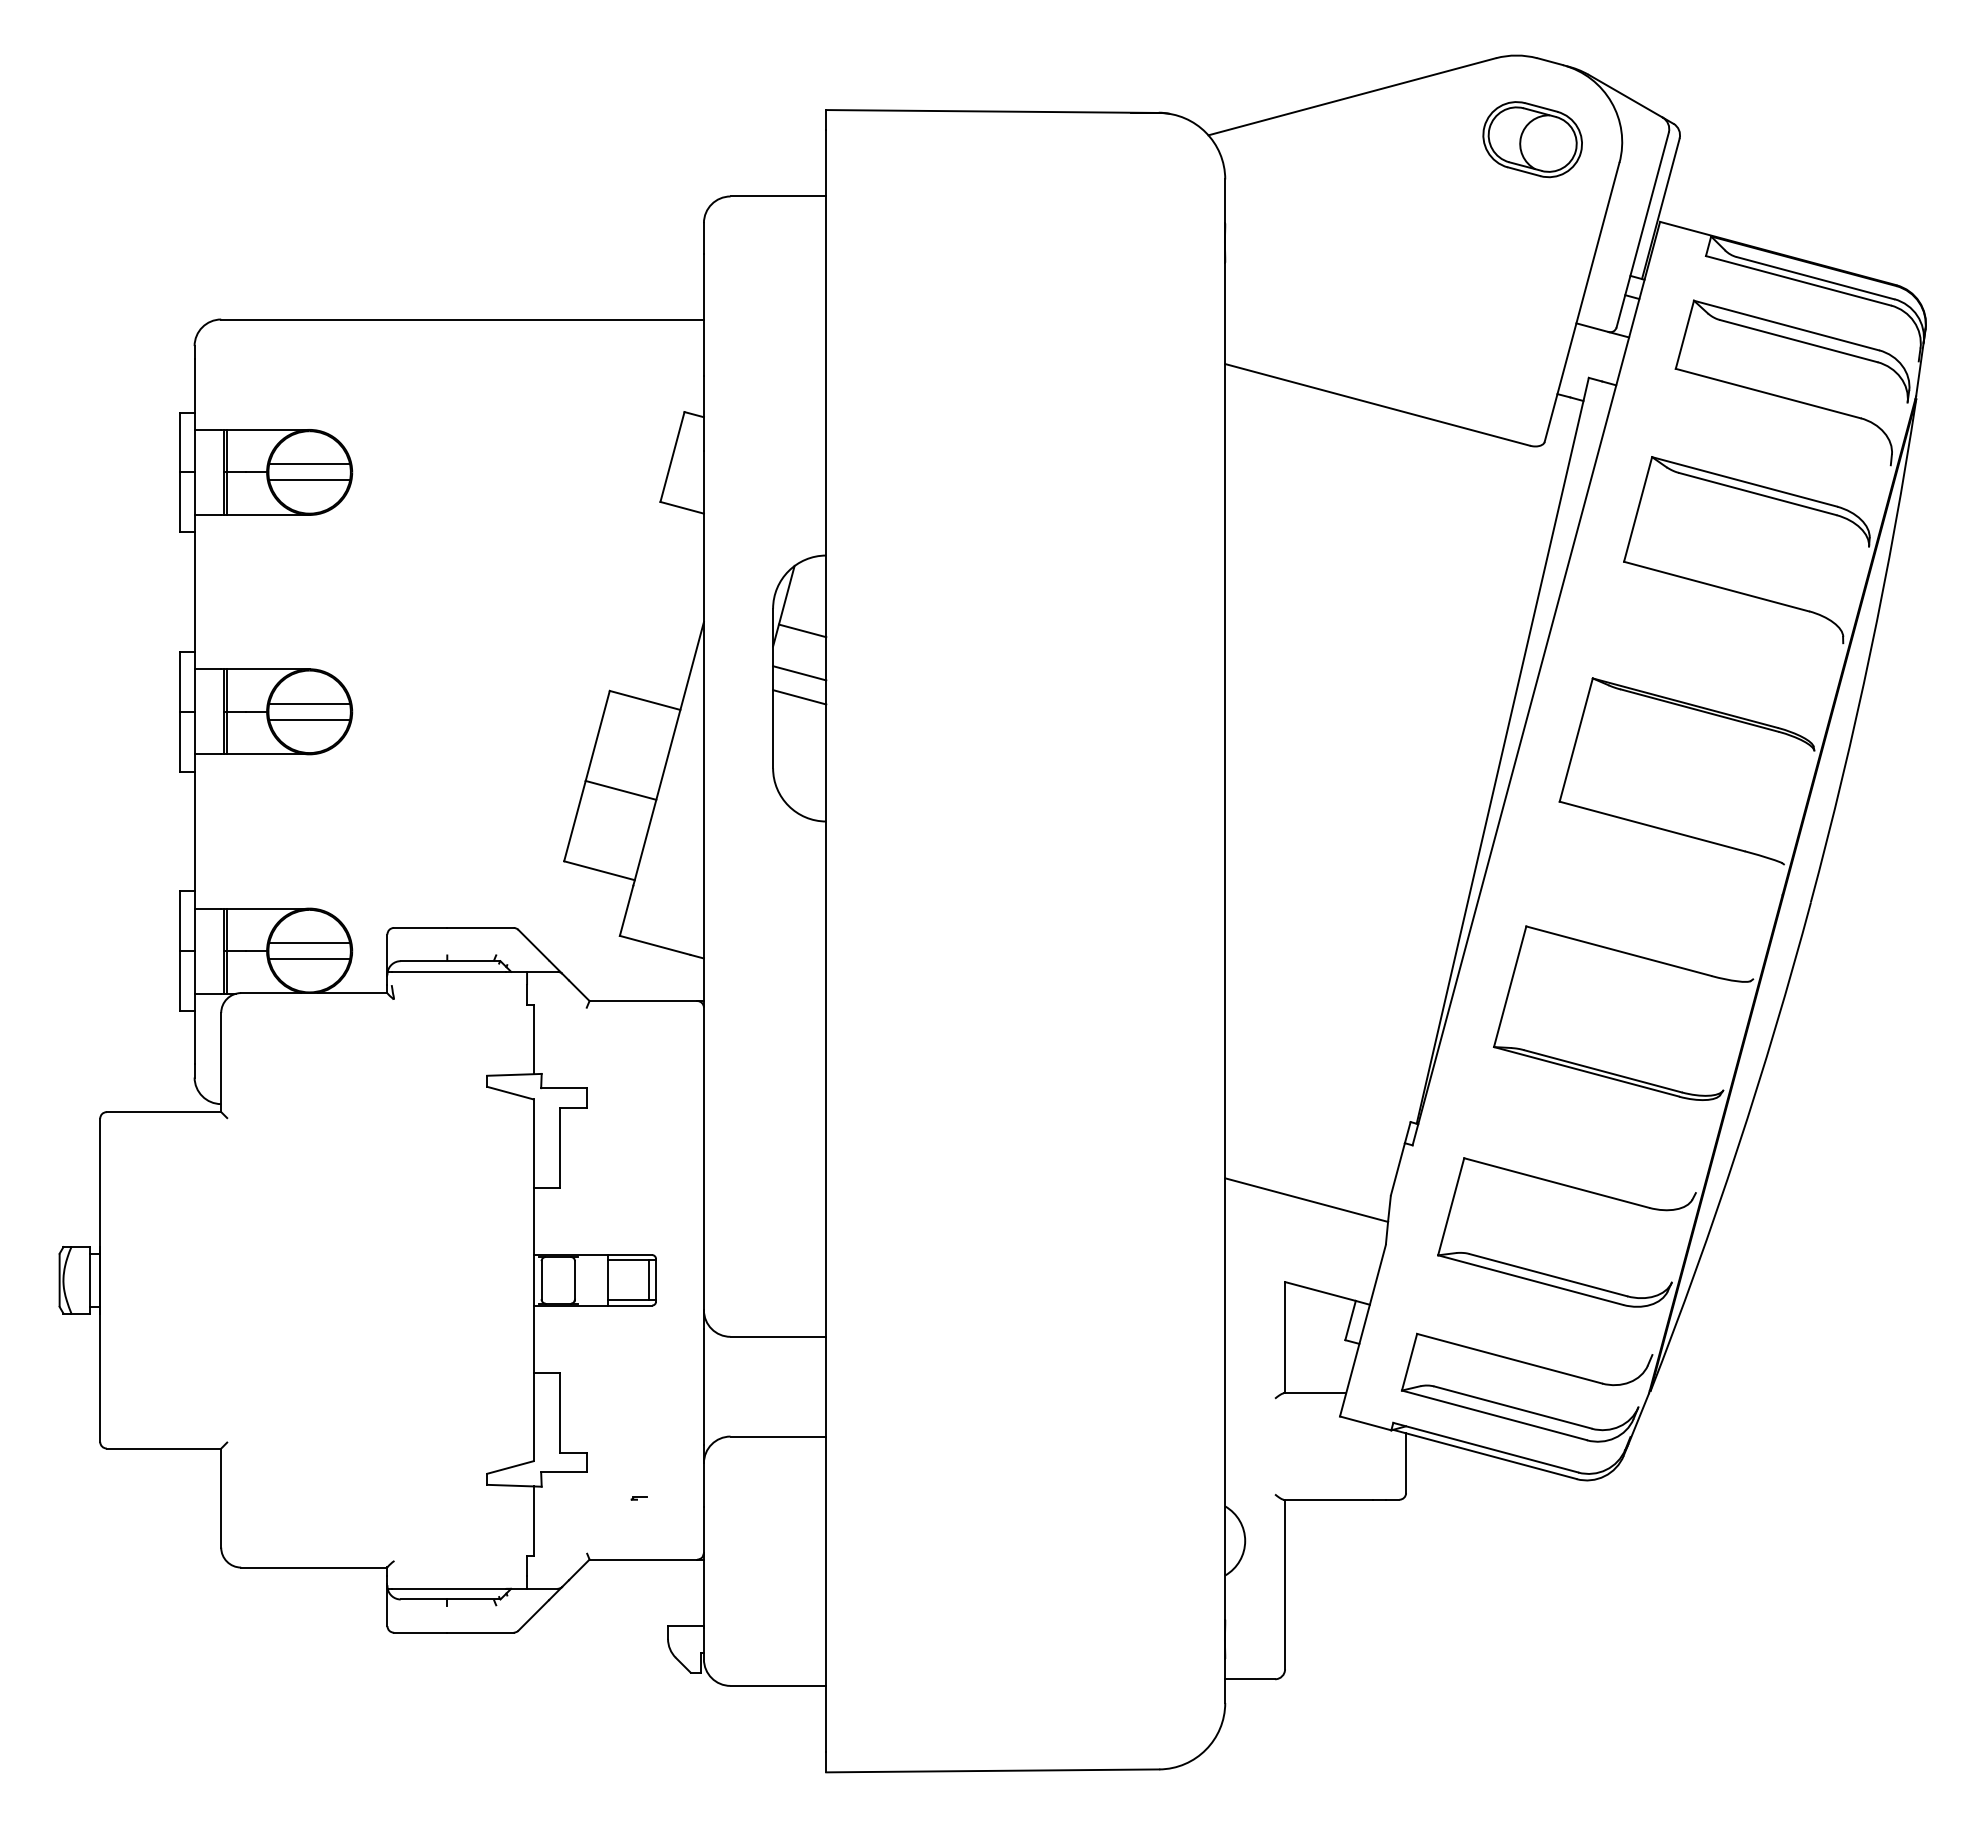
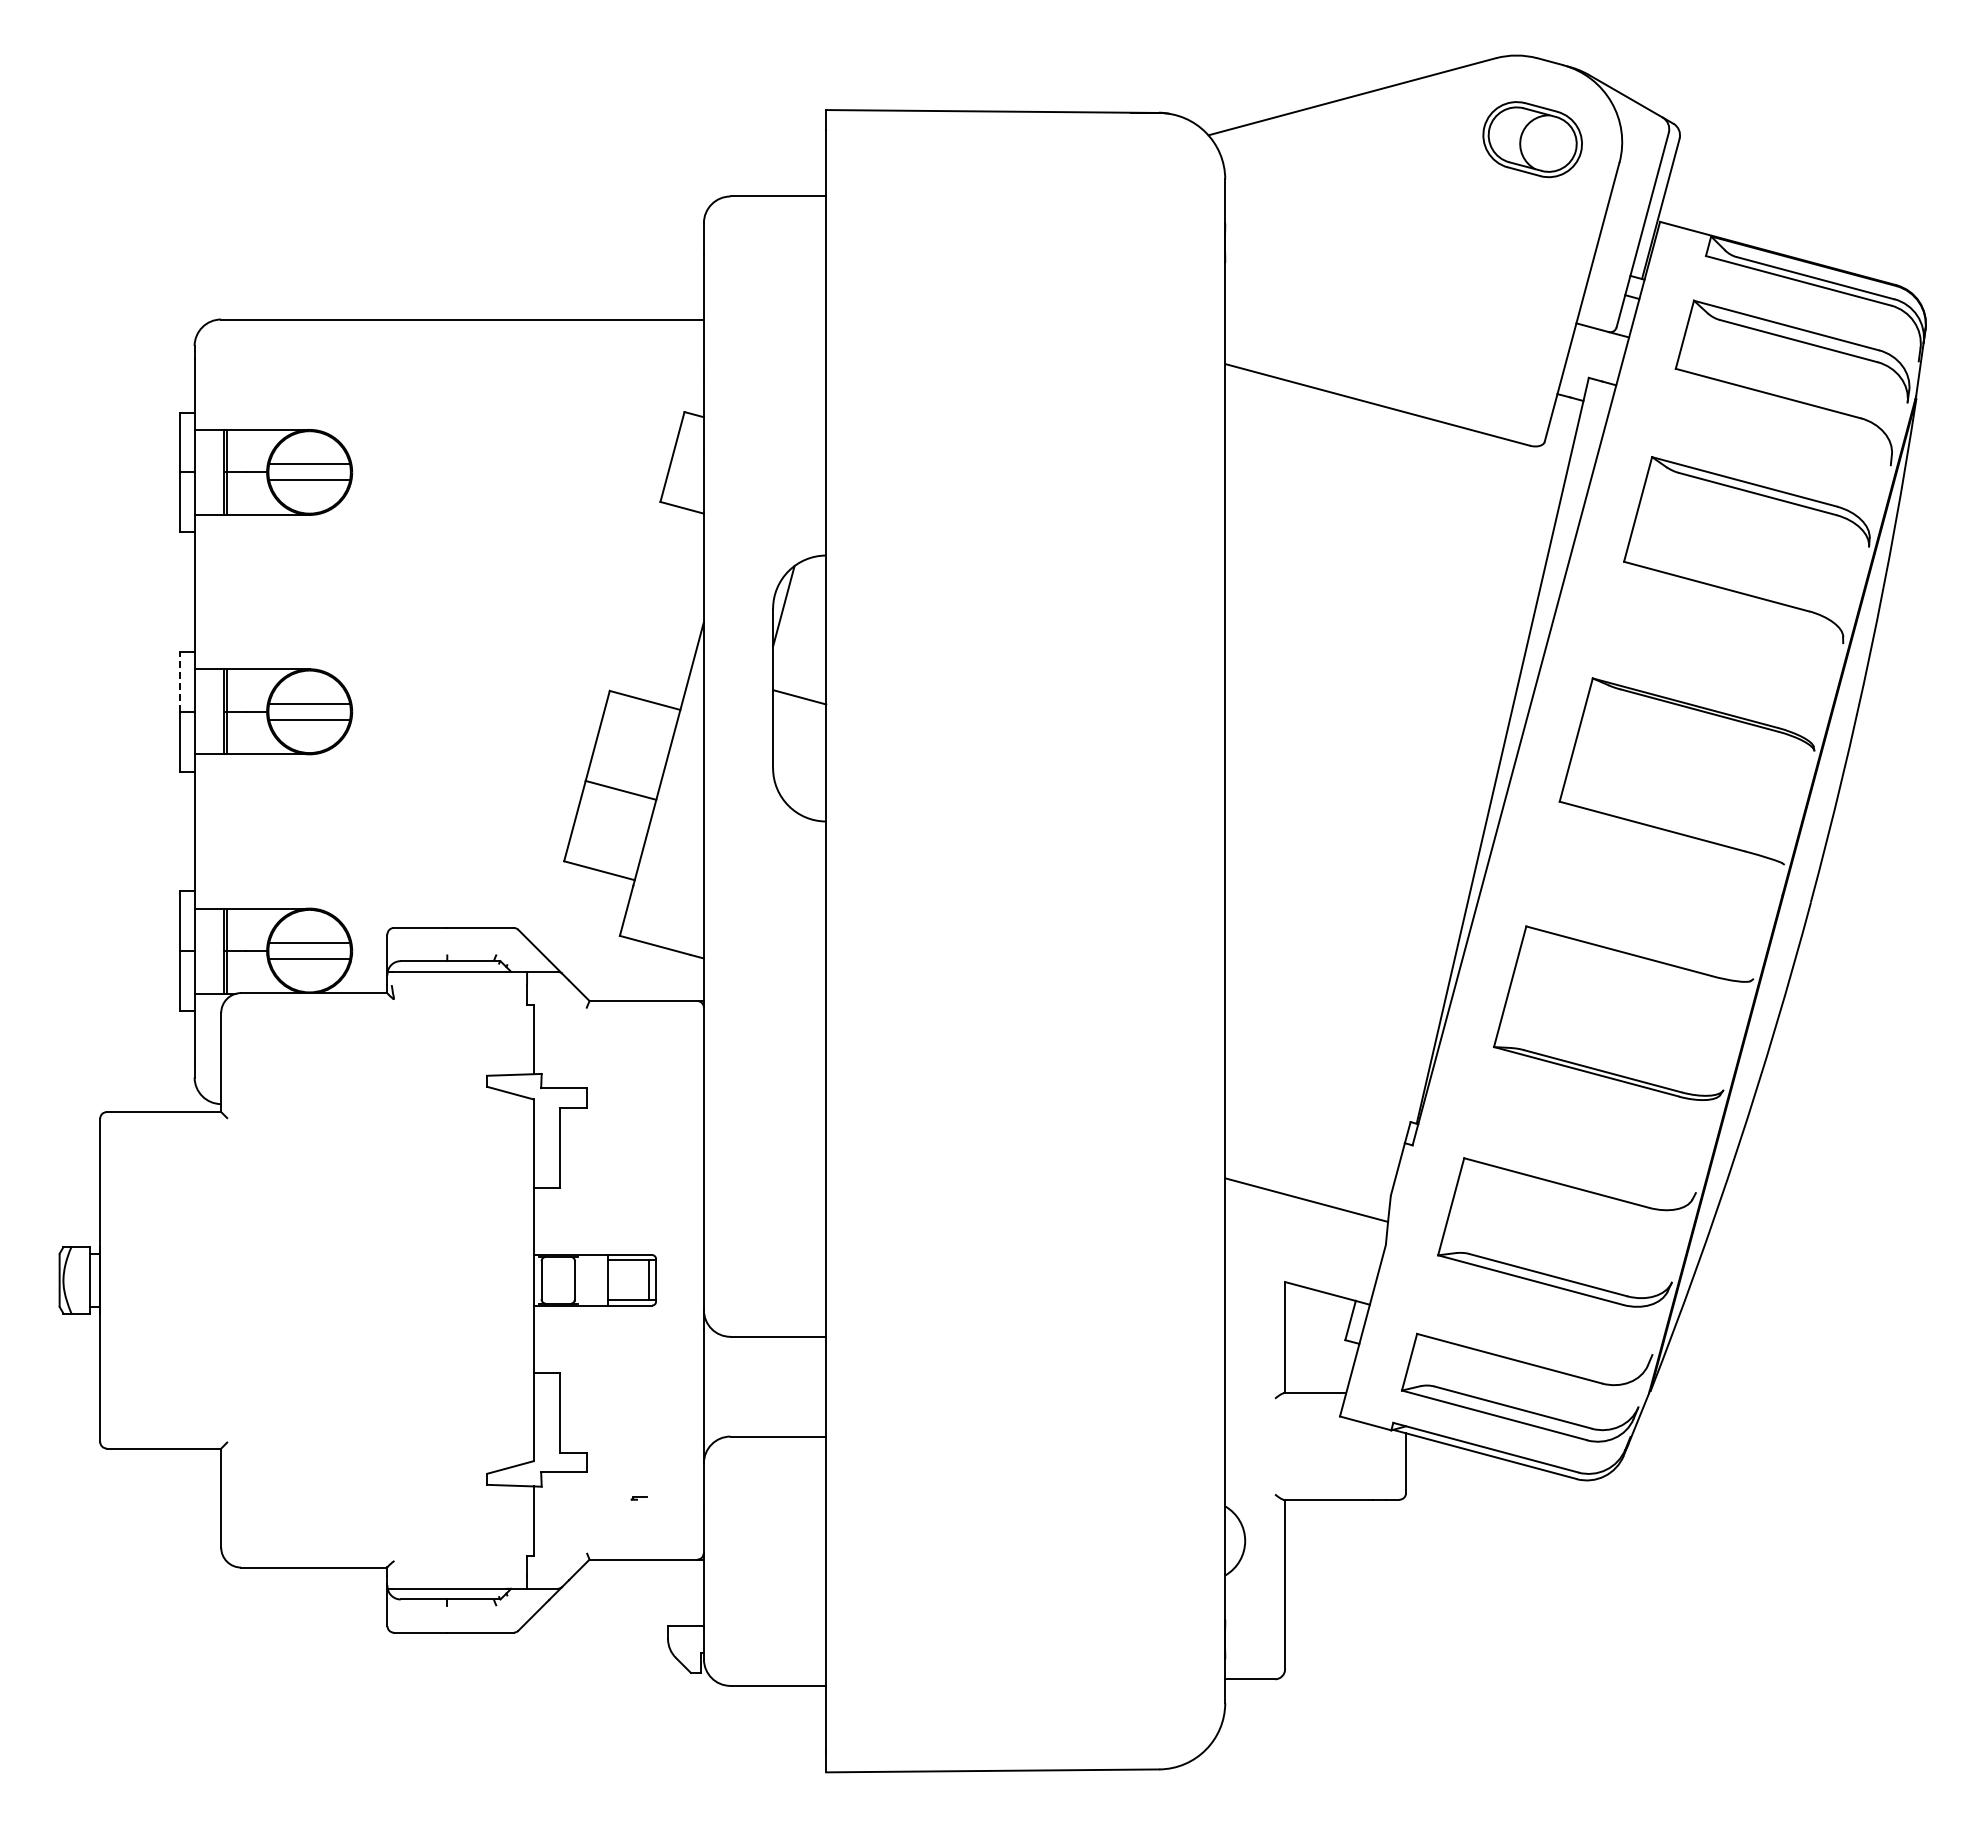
line at (802, 630): present -> none
line at (799, 673): present -> none
line at (179, 681): solid -> dashed
